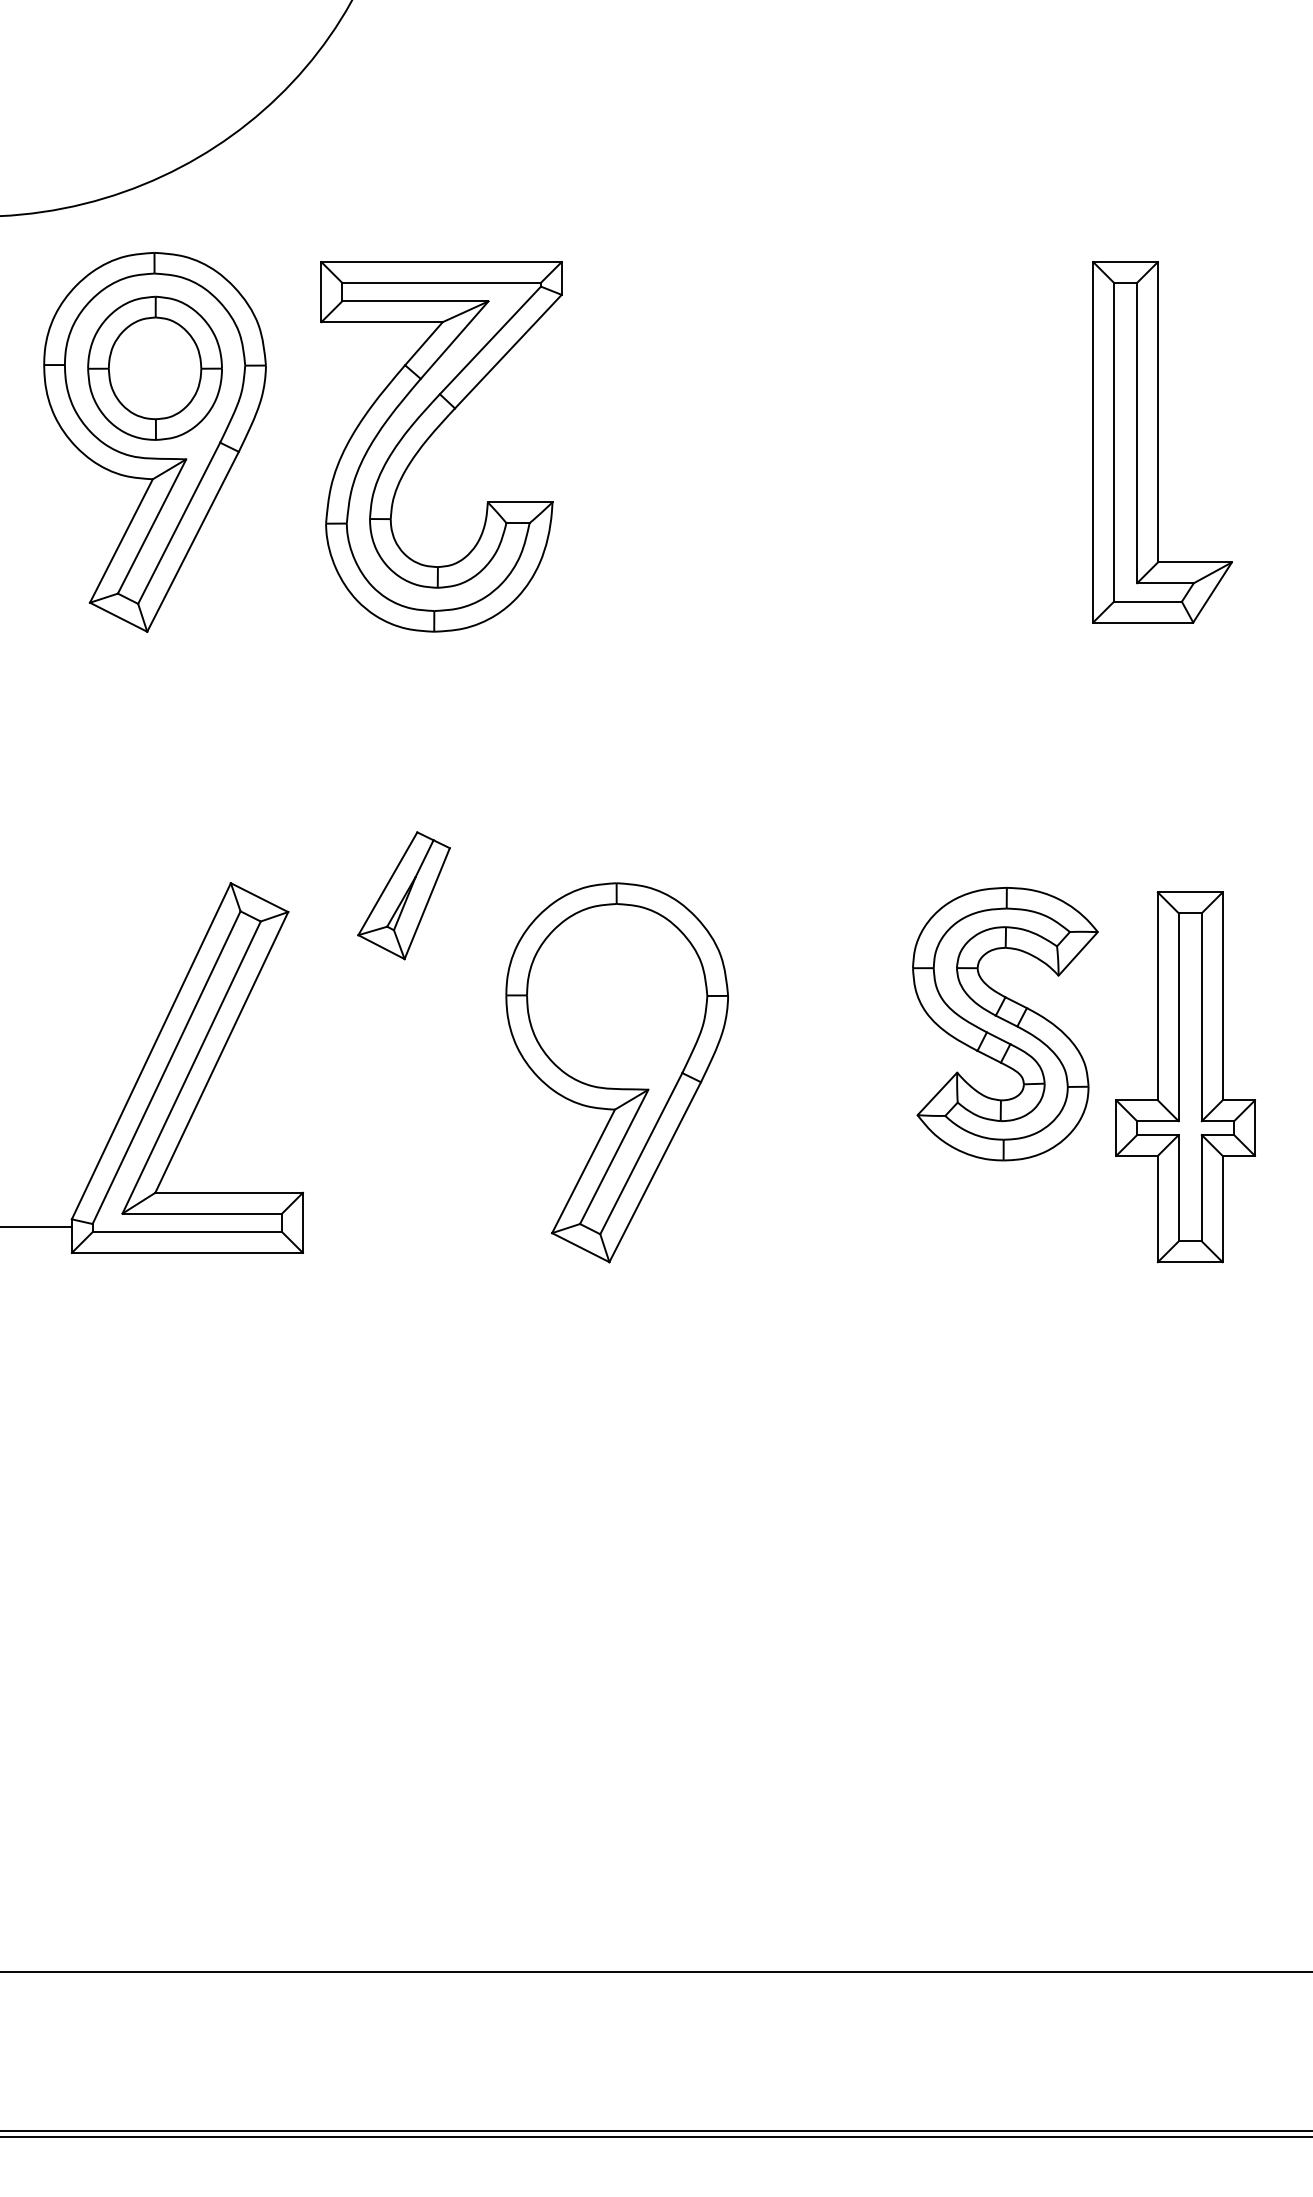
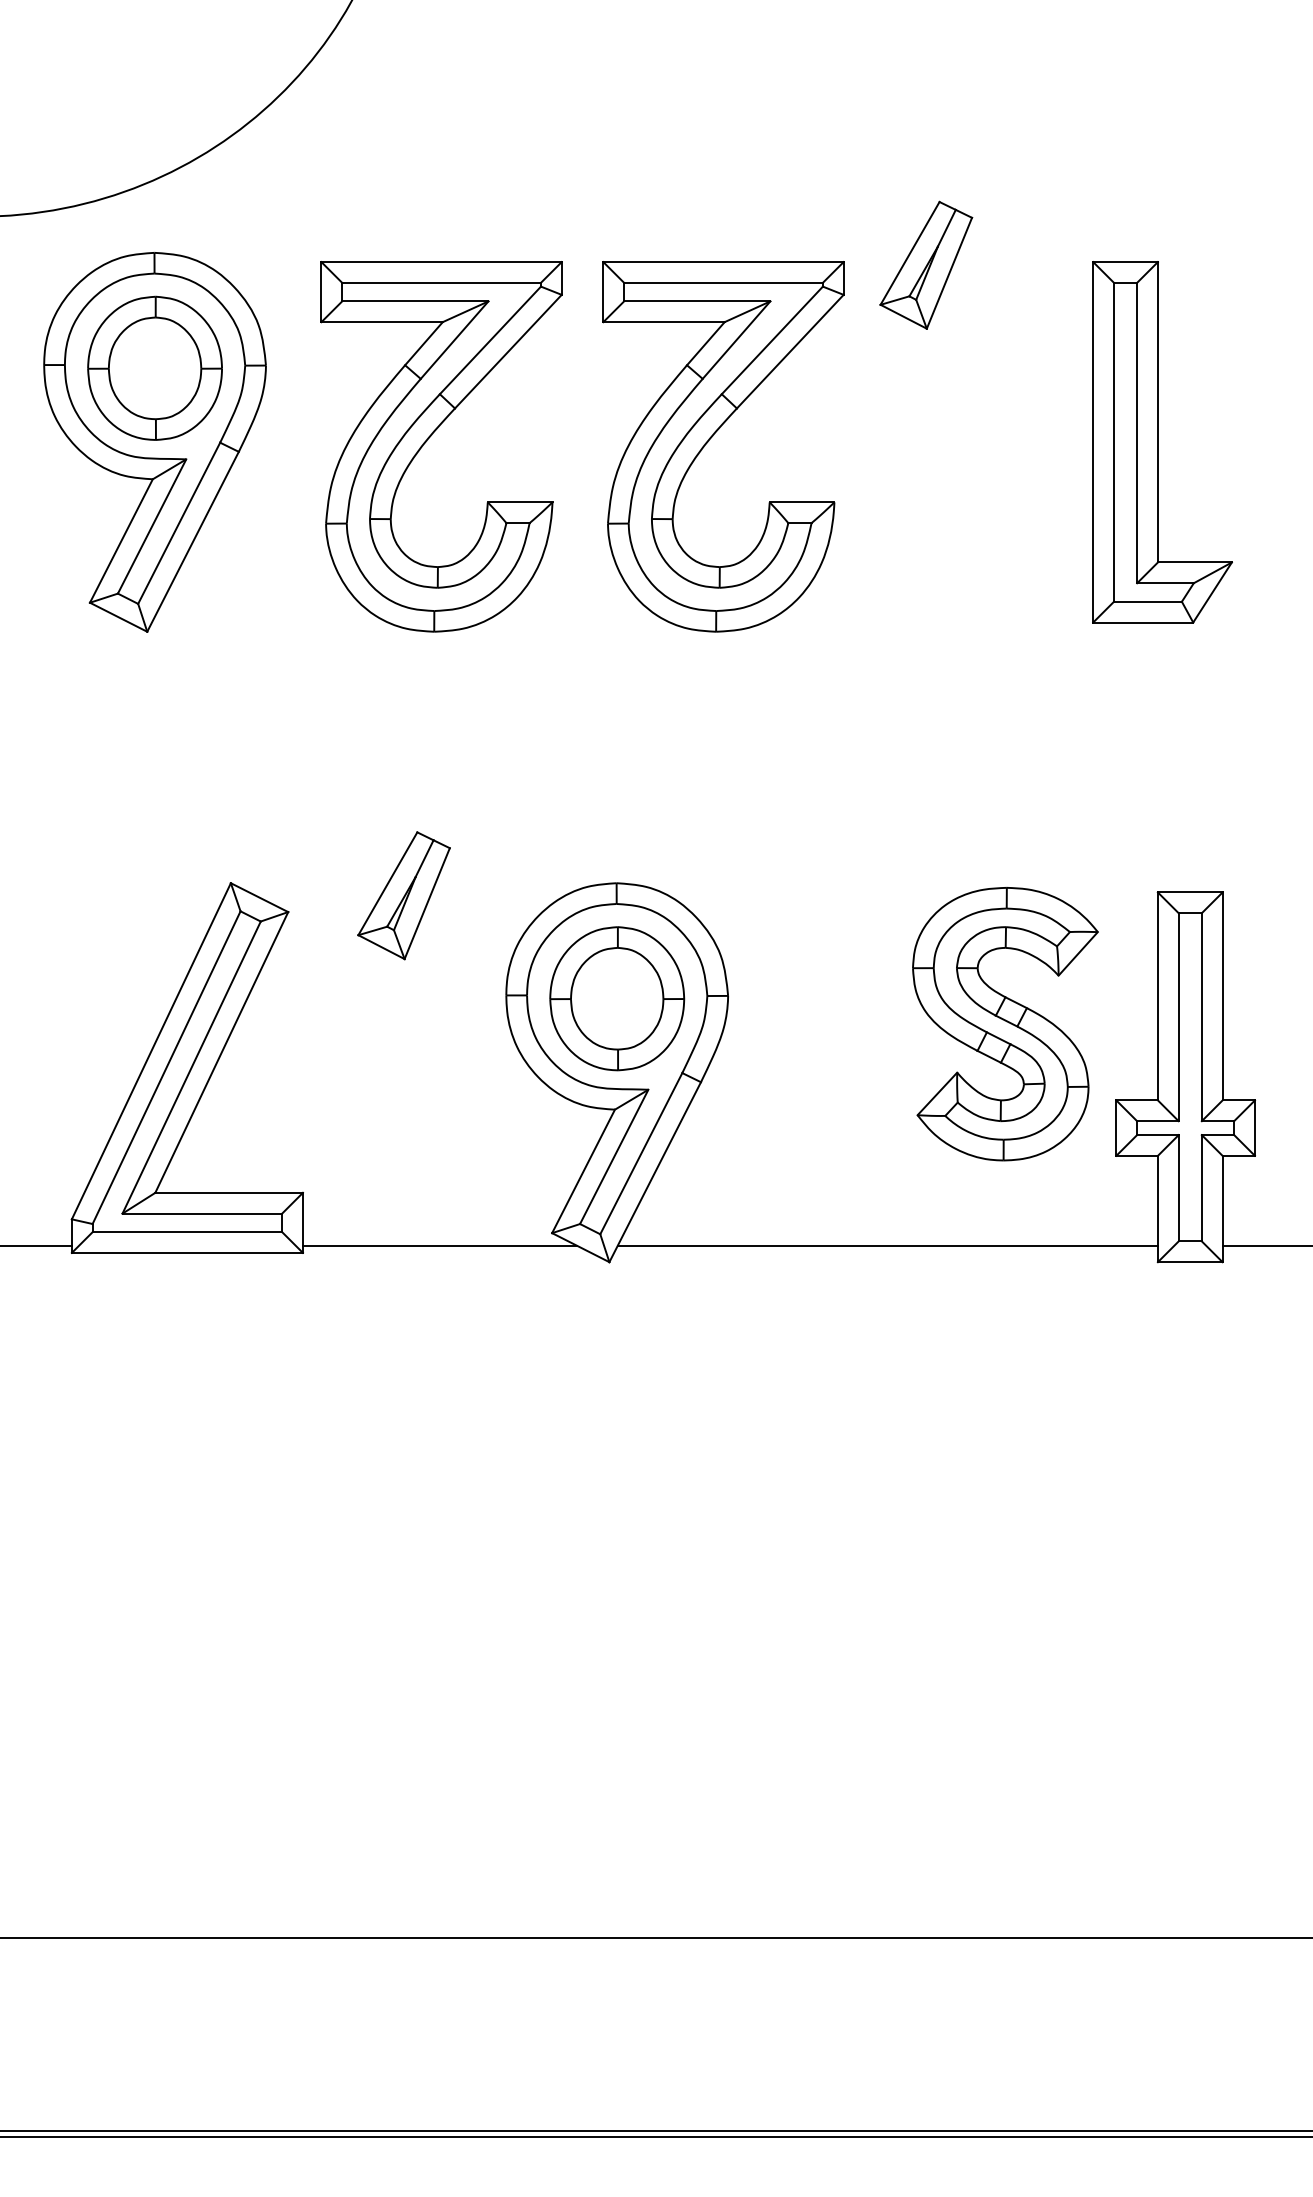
part at (926, 264): none -> present
part at (713, 436): none -> present
part at (617, 998): none -> present
line at (36, 1226) position: (36, 1226) -> (36, 1245)
line at (439, 1245): none -> present
line at (887, 1245): none -> present
line at (1265, 1245): none -> present
line at (655, 1971) position: (655, 1971) -> (655, 1937)
